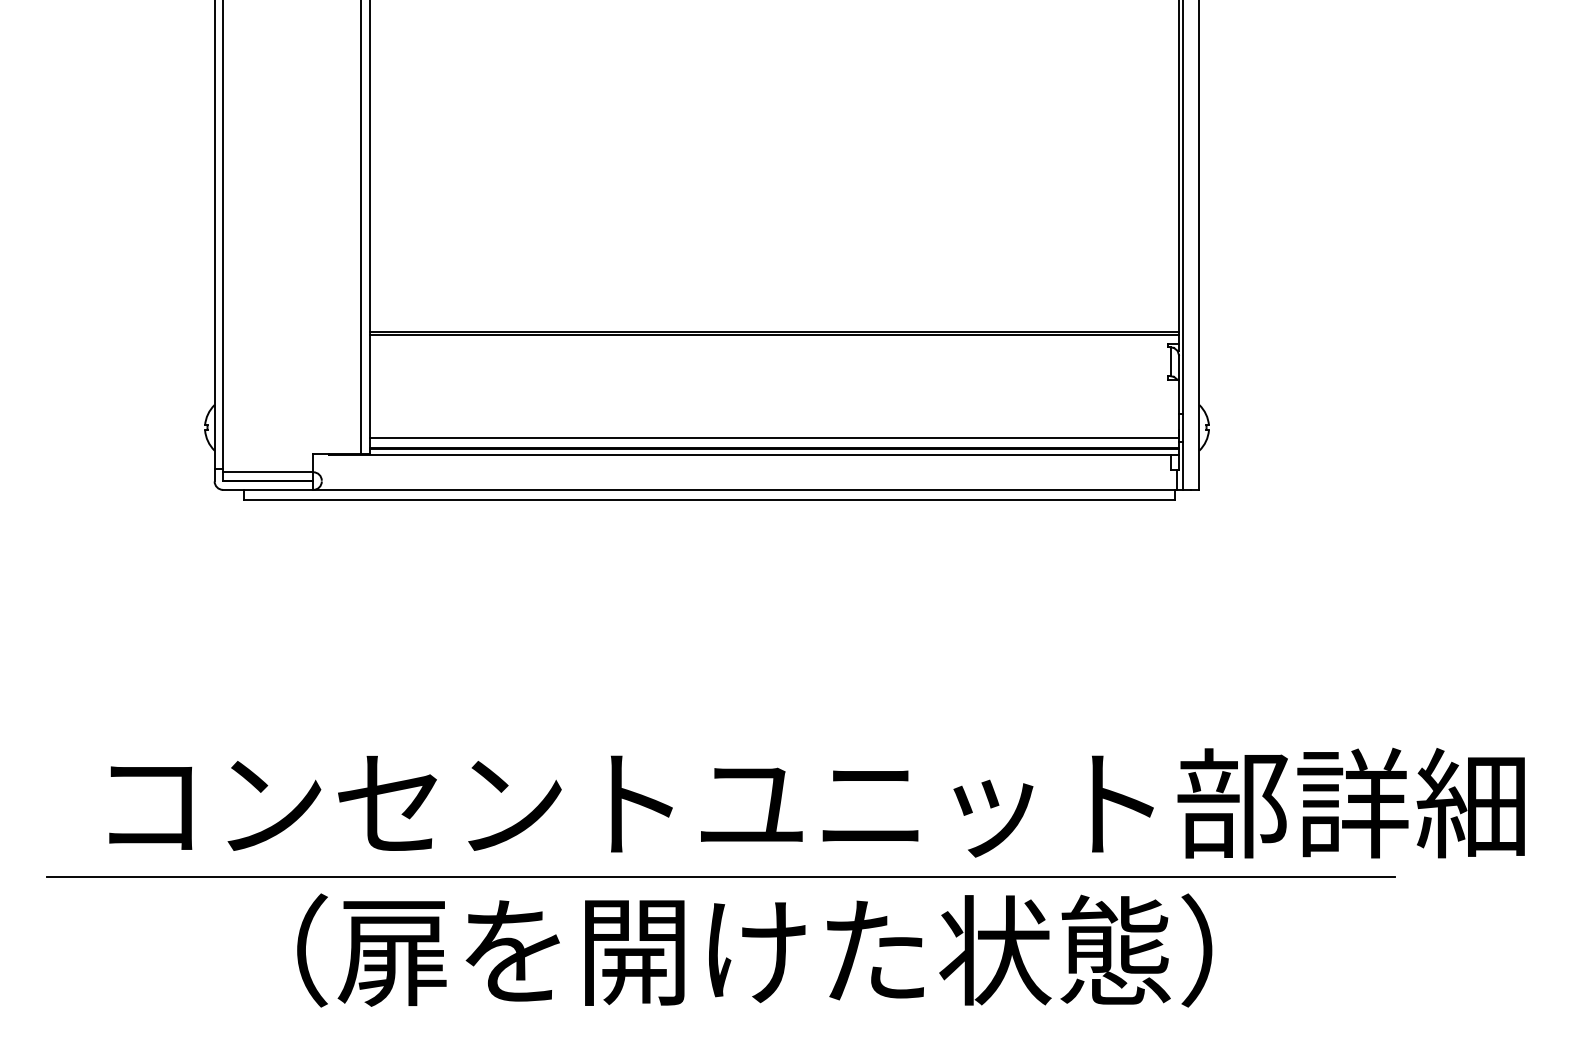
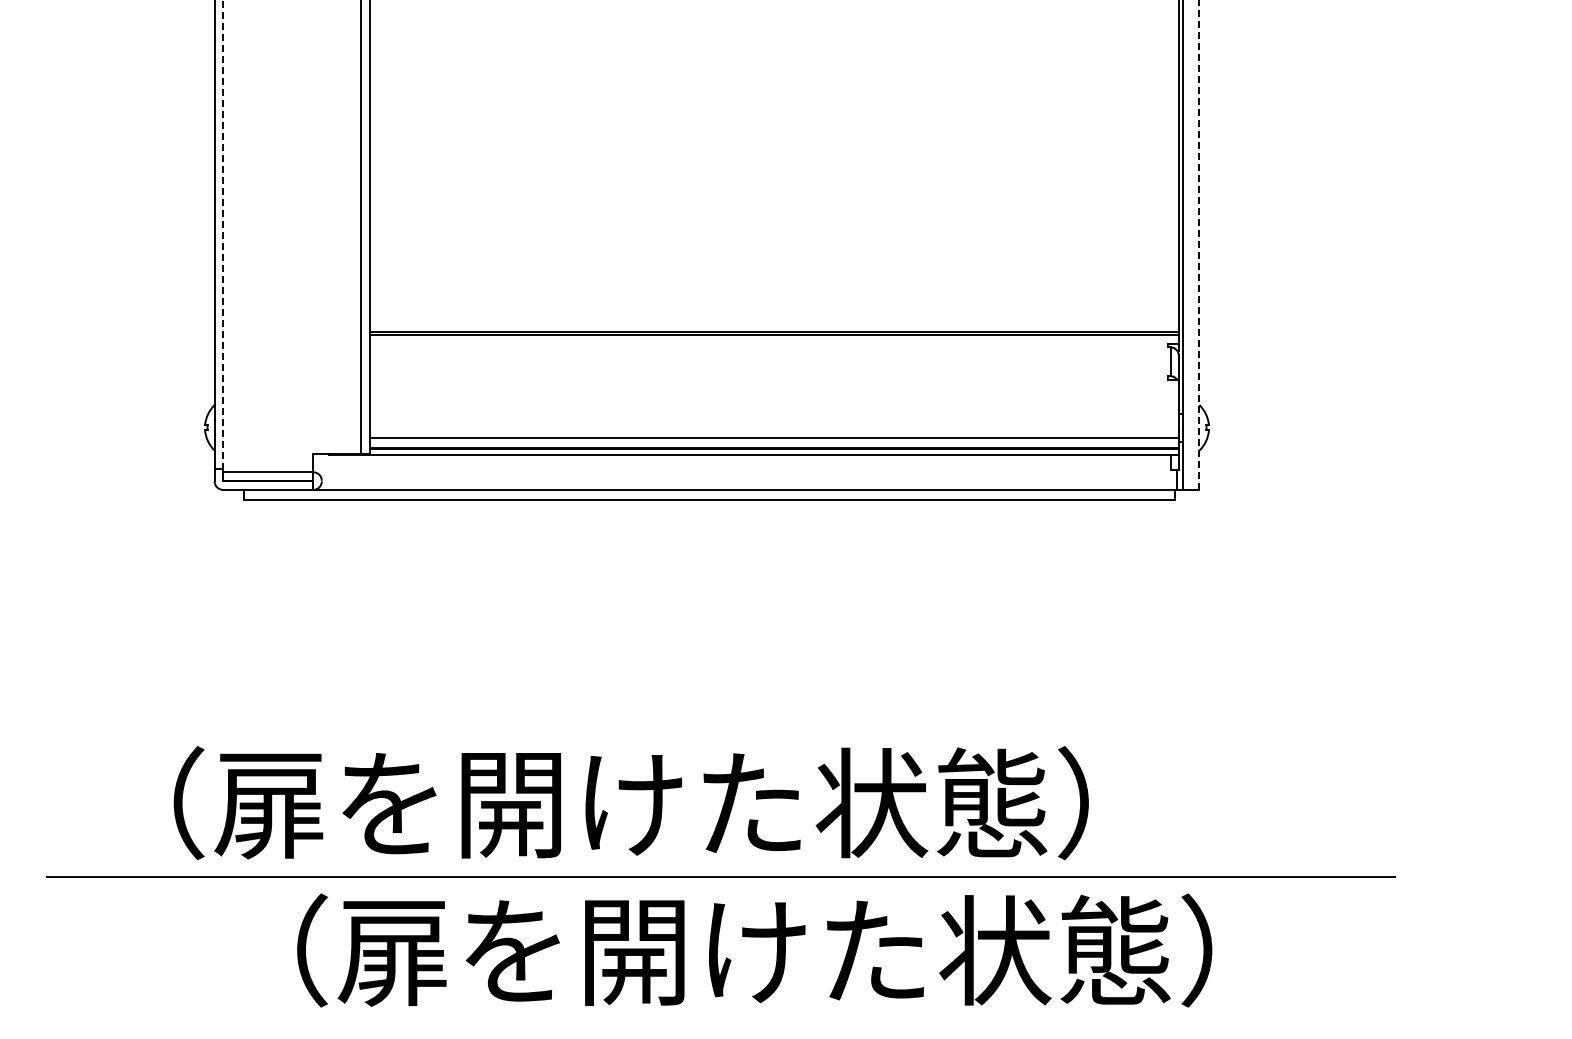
line at (223, 234): solid -> dashed
line at (1199, 245): solid -> dashed
text at (816, 803): コンセントユニット部詳細 -> （扉を開けた状態）
